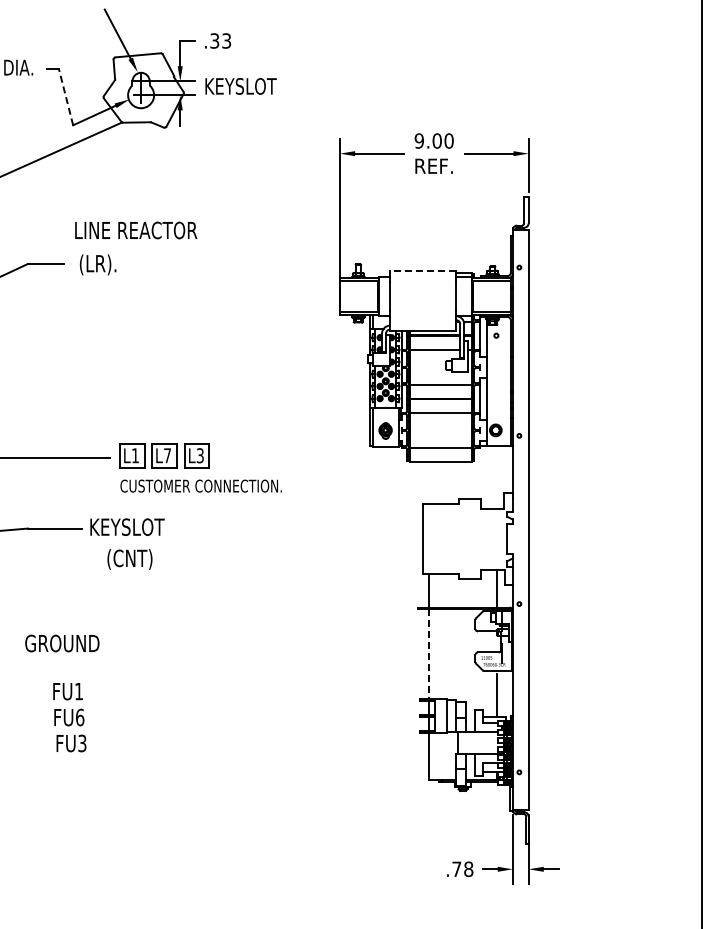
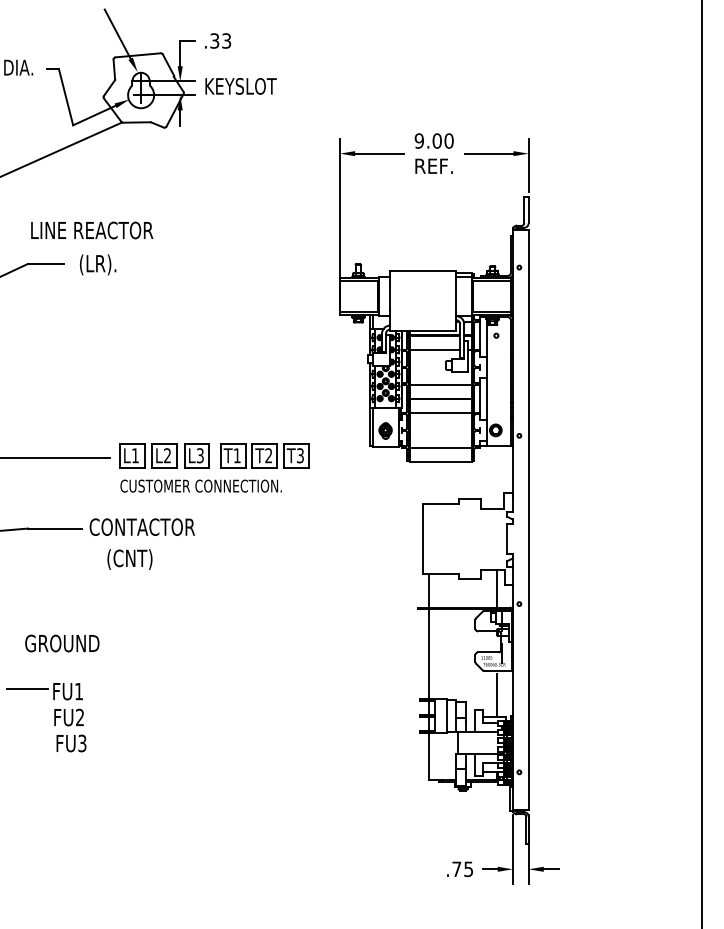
line at (66, 97): dashed -> solid
text at (136, 230) position: (136, 230) -> (92, 230)
line at (422, 270): dashed -> solid
text at (167, 455): L7 -> L2
part at (264, 455): none -> present
text at (141, 526): KEYSLOT -> CONTACTOR
line at (429, 654): dashed -> solid
line at (26, 688): none -> present
text at (80, 717): FU6 -> FU2
text at (468, 869): .78 -> .75
